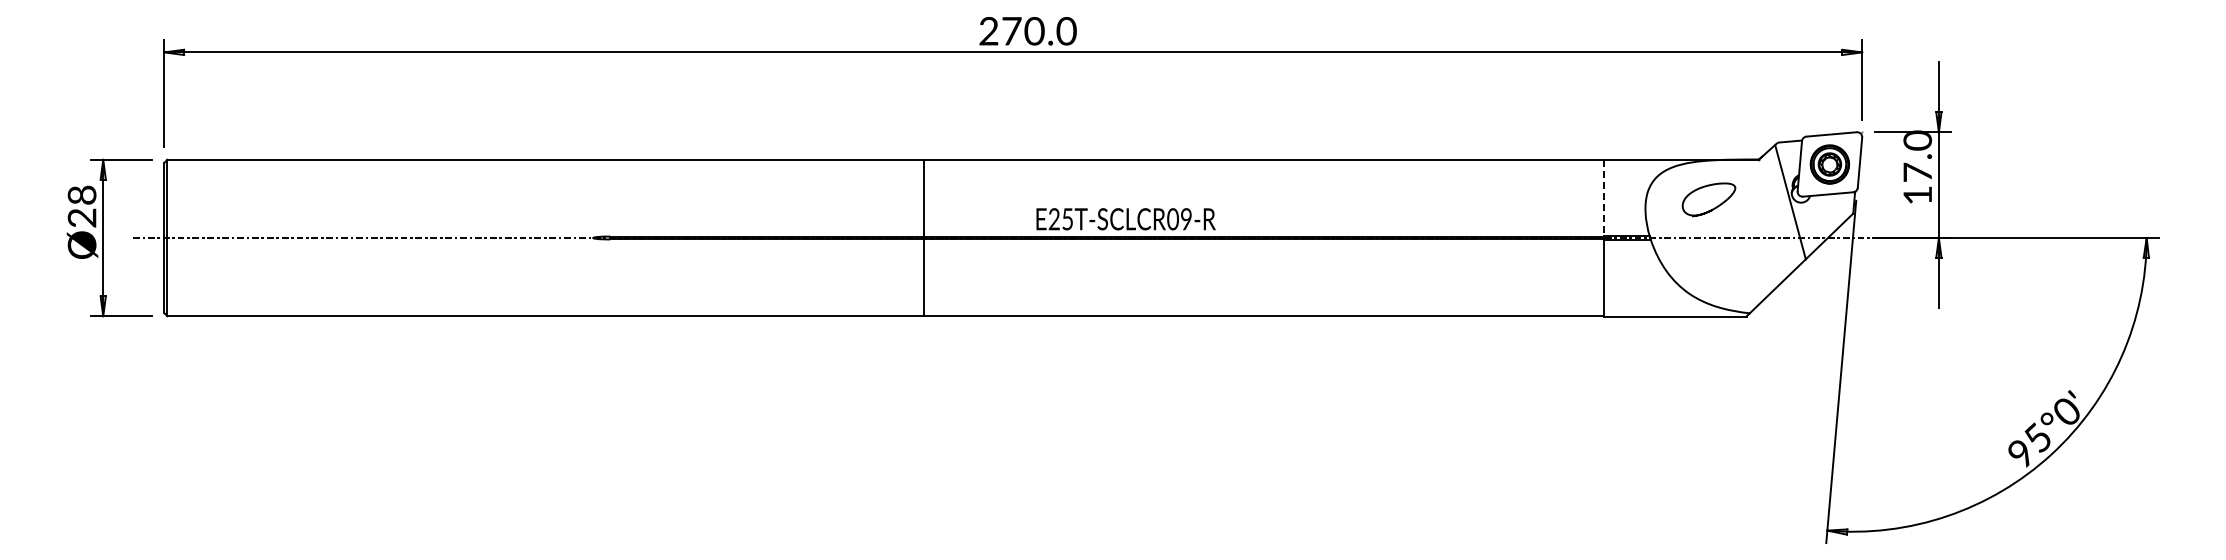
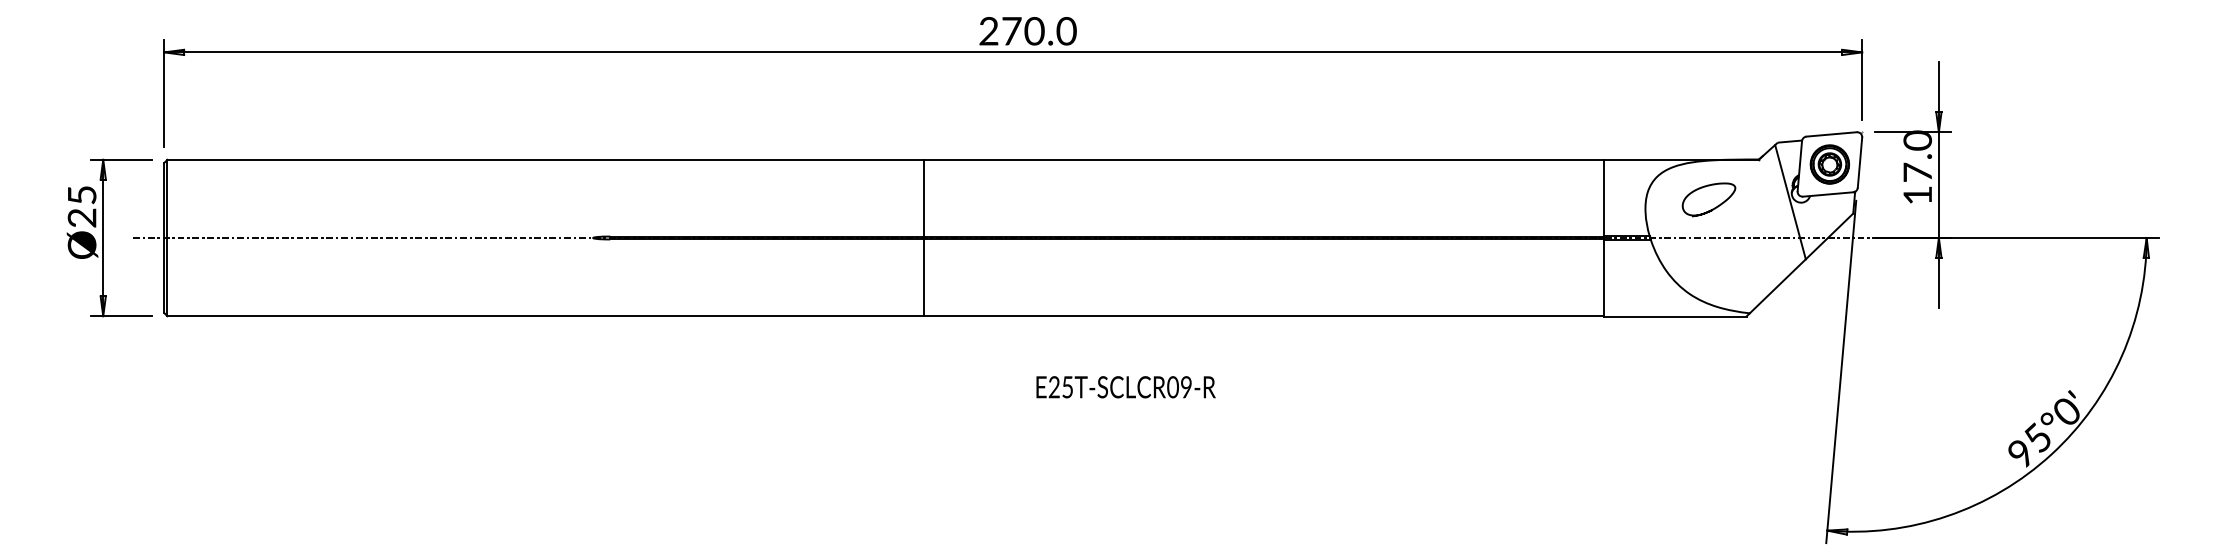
text at (81, 194): Ø28 -> Ø25
line at (1604, 198): dashed -> solid
text at (1125, 219) position: (1125, 219) -> (1125, 387)
